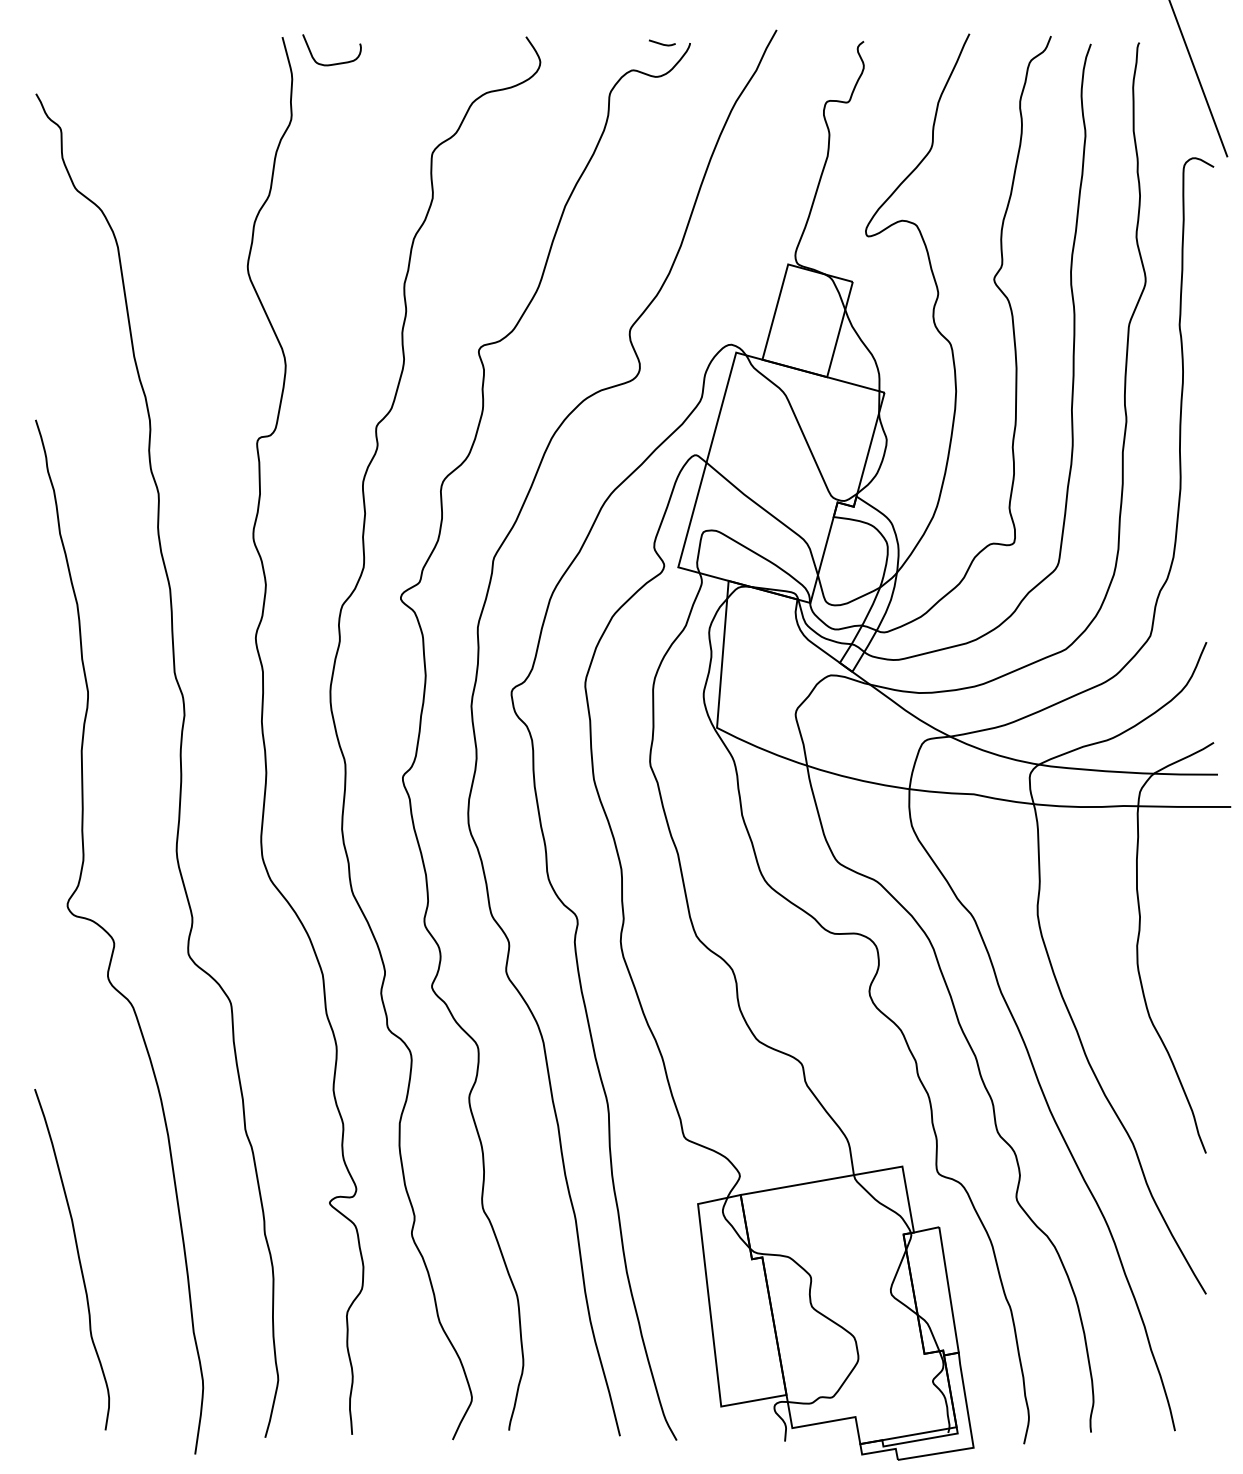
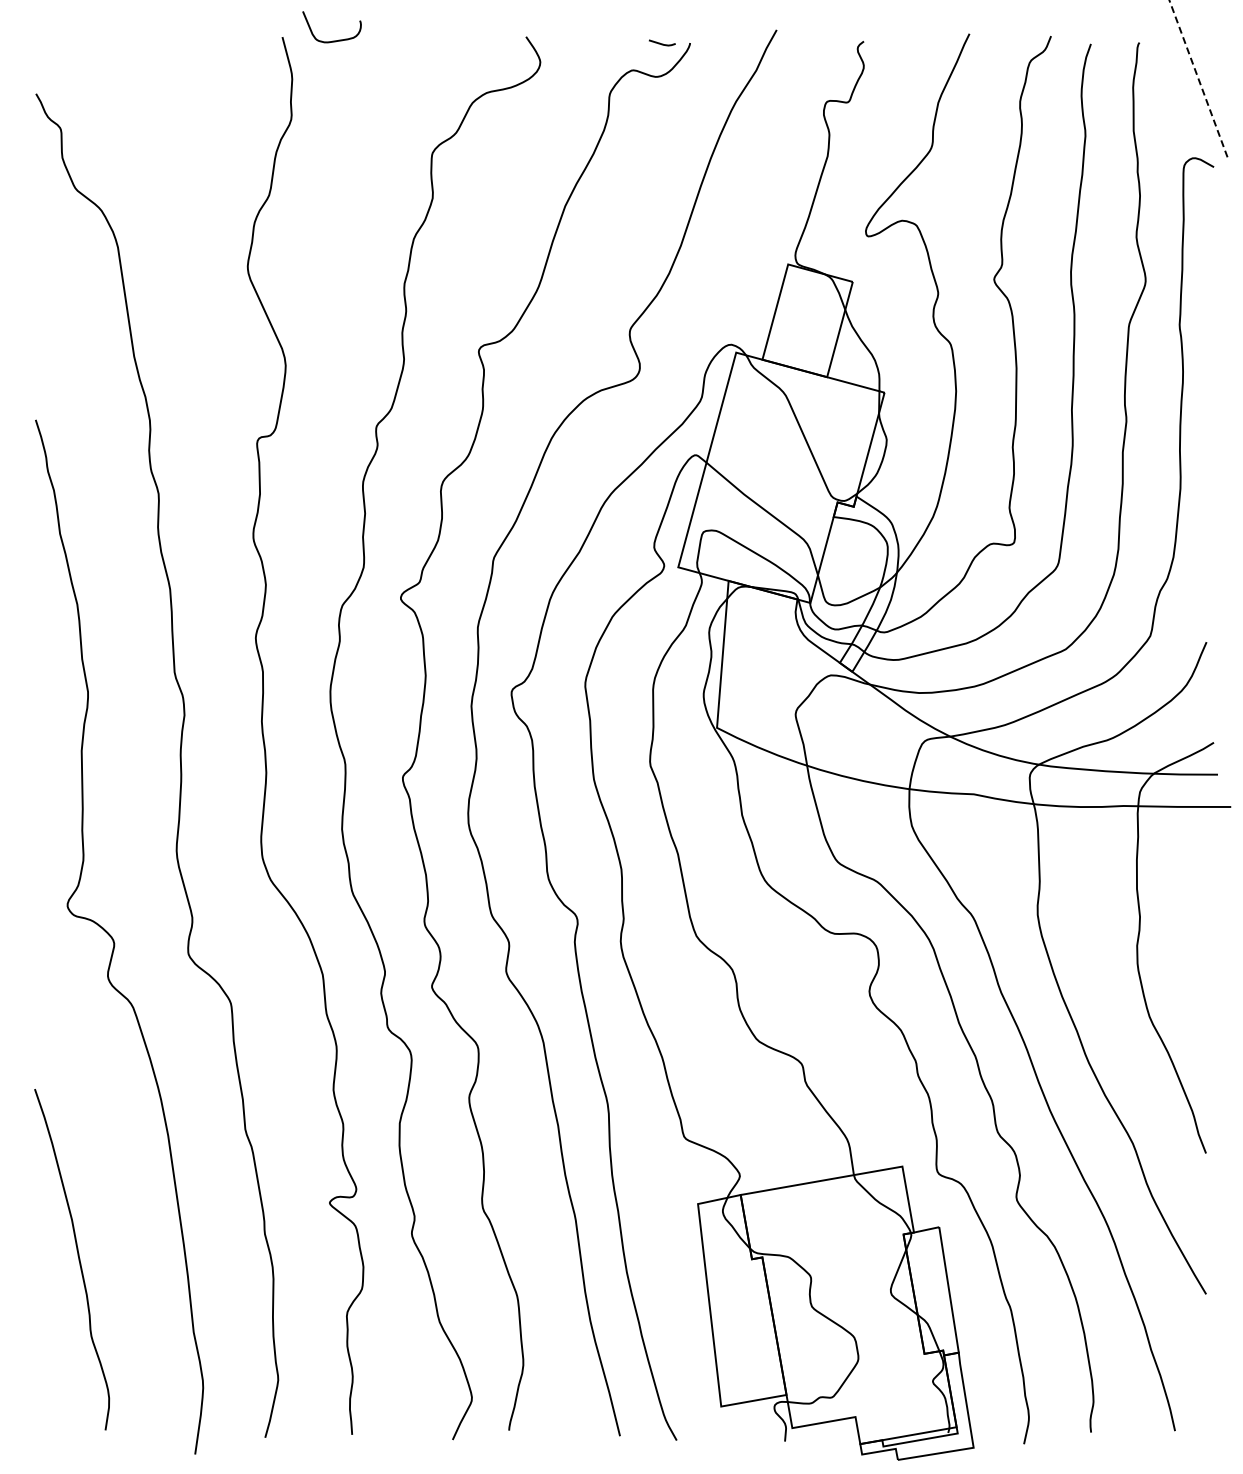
curve at (332, 63) position: (332, 63) -> (332, 40)
line at (1198, 78): solid -> dashed
